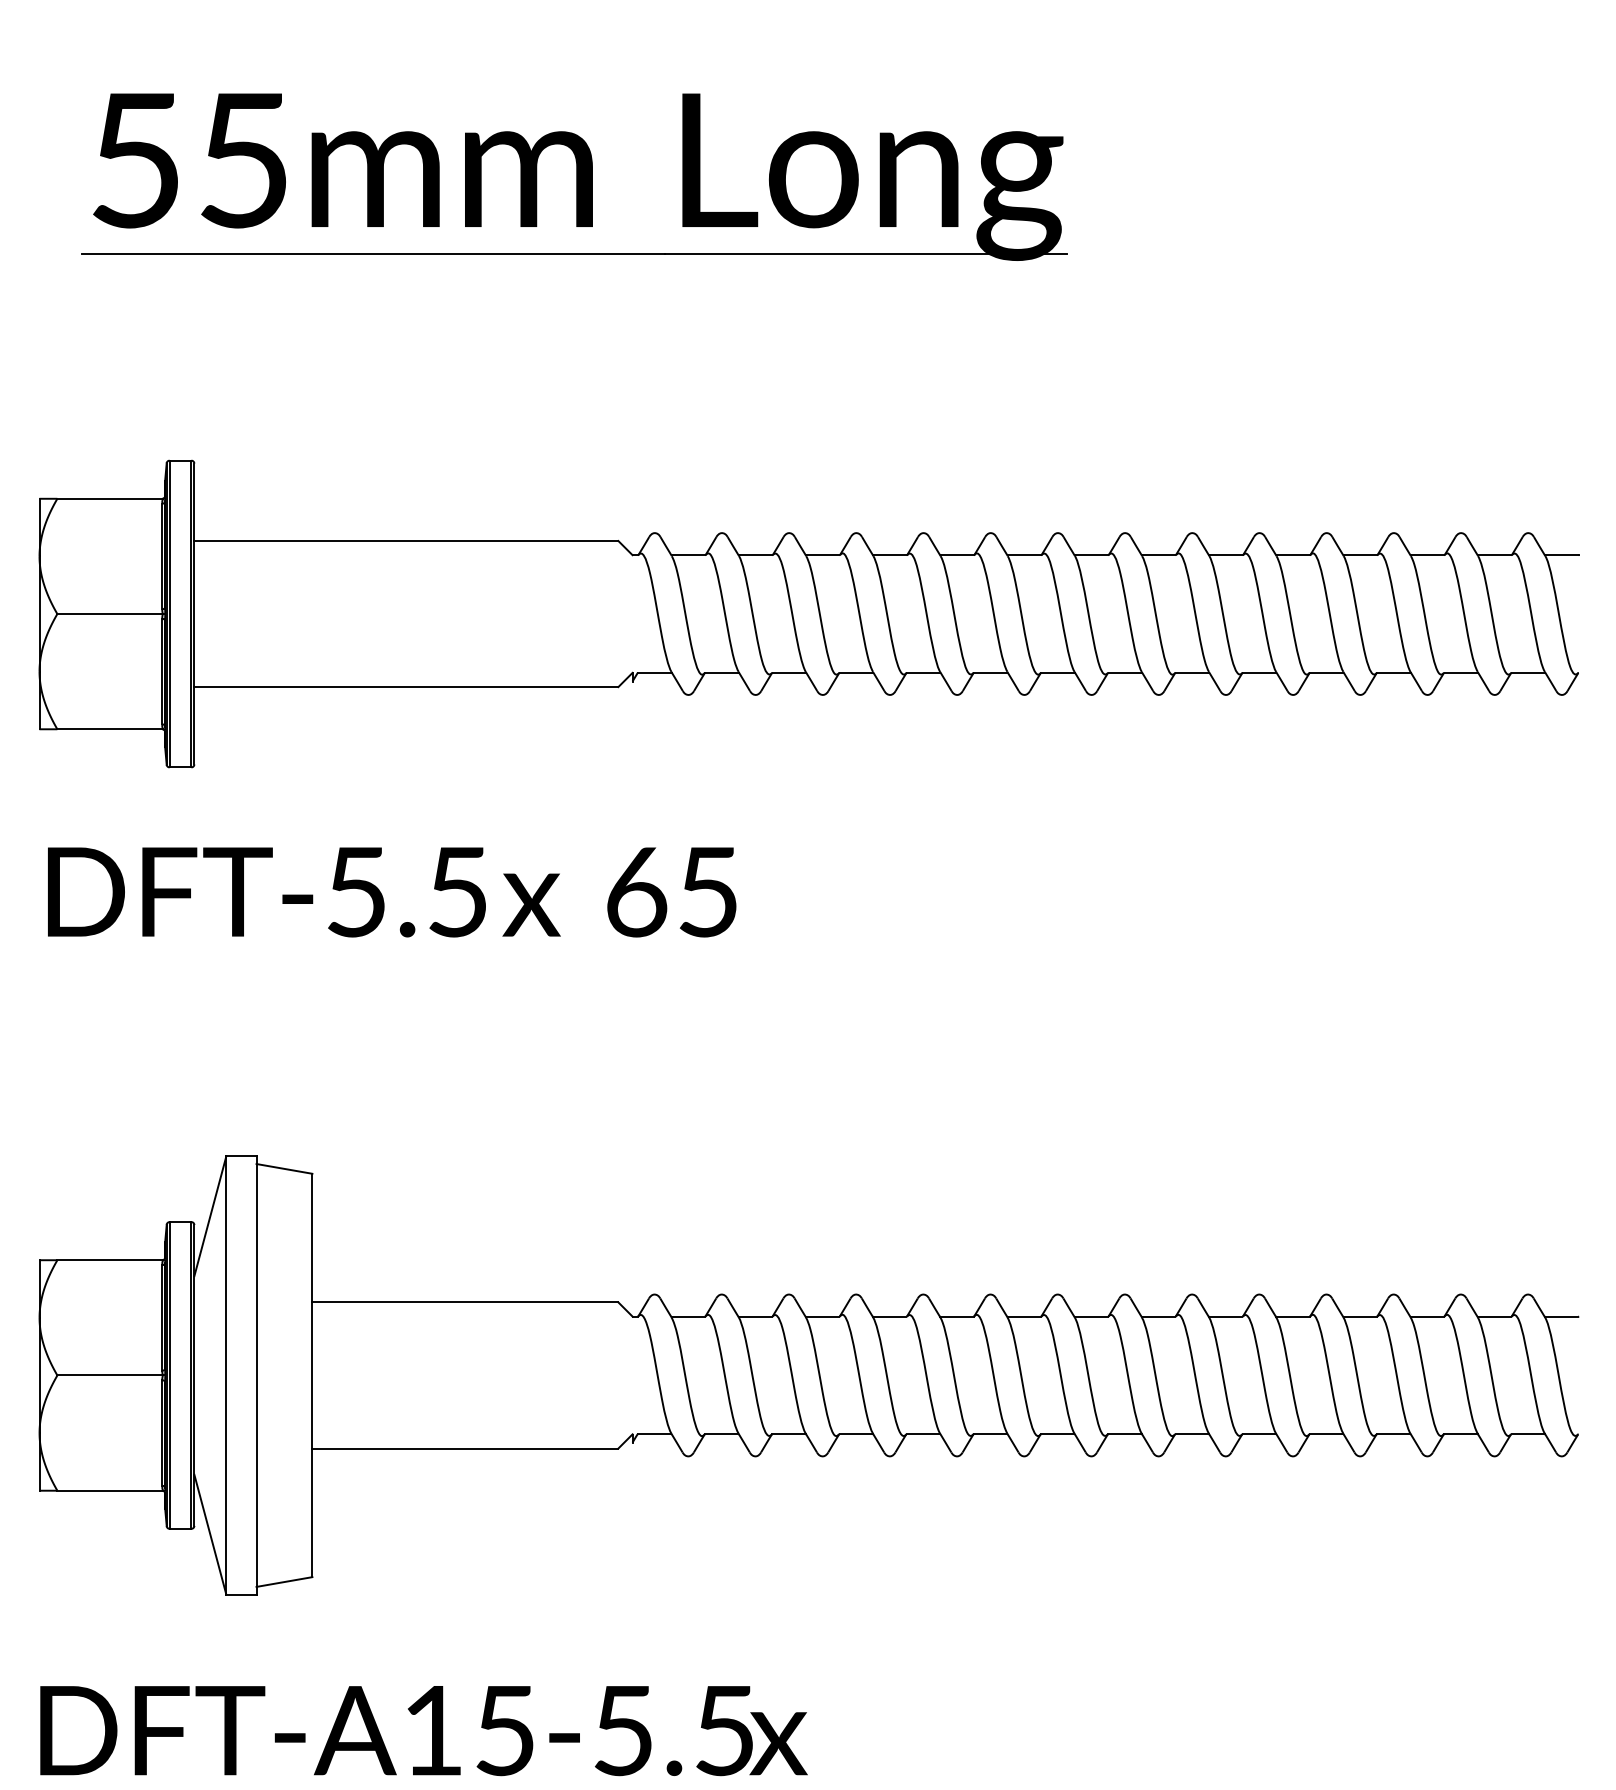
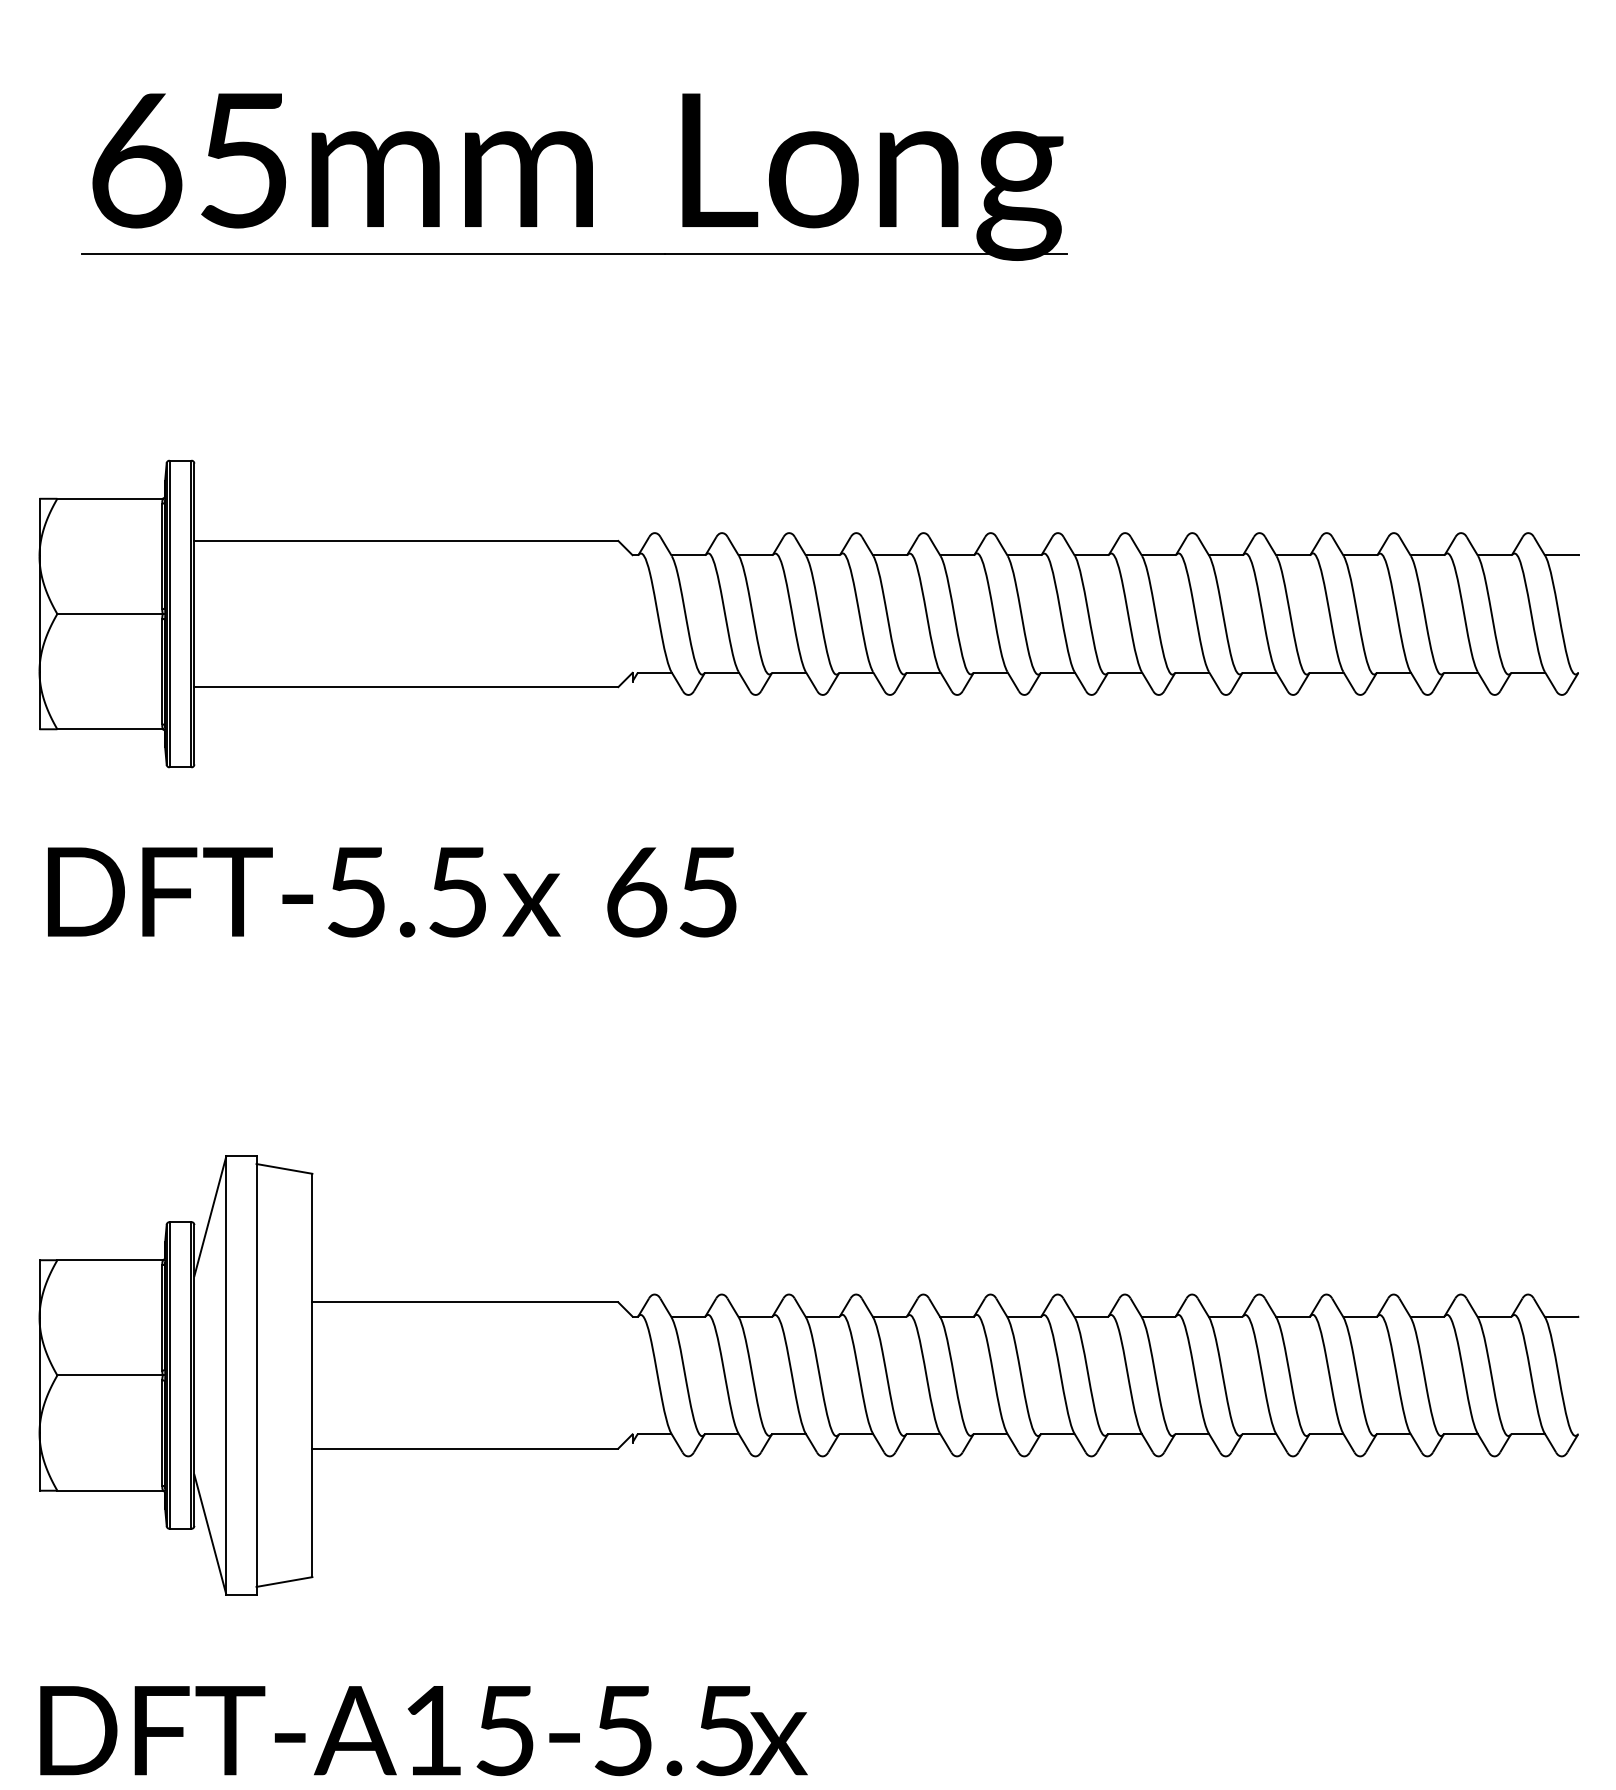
text at (137, 160): 55mm -> 65mm
